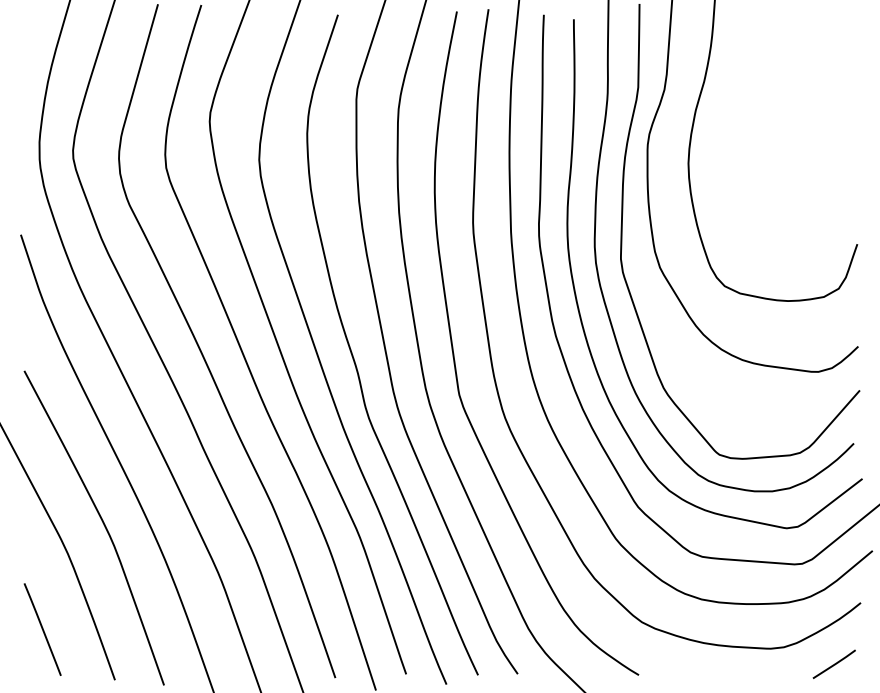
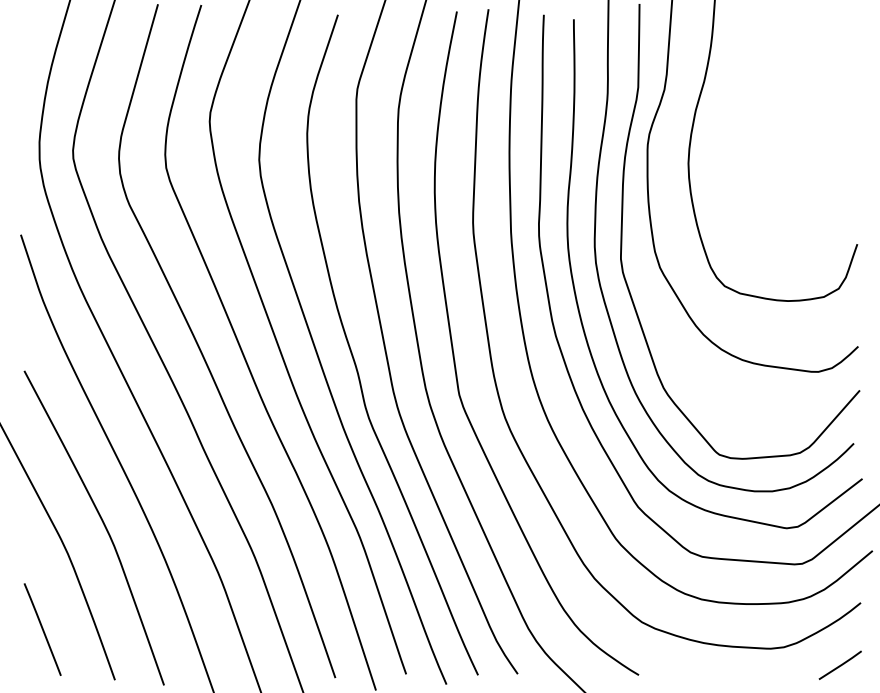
line at (834, 663) position: (834, 663) -> (840, 664)
